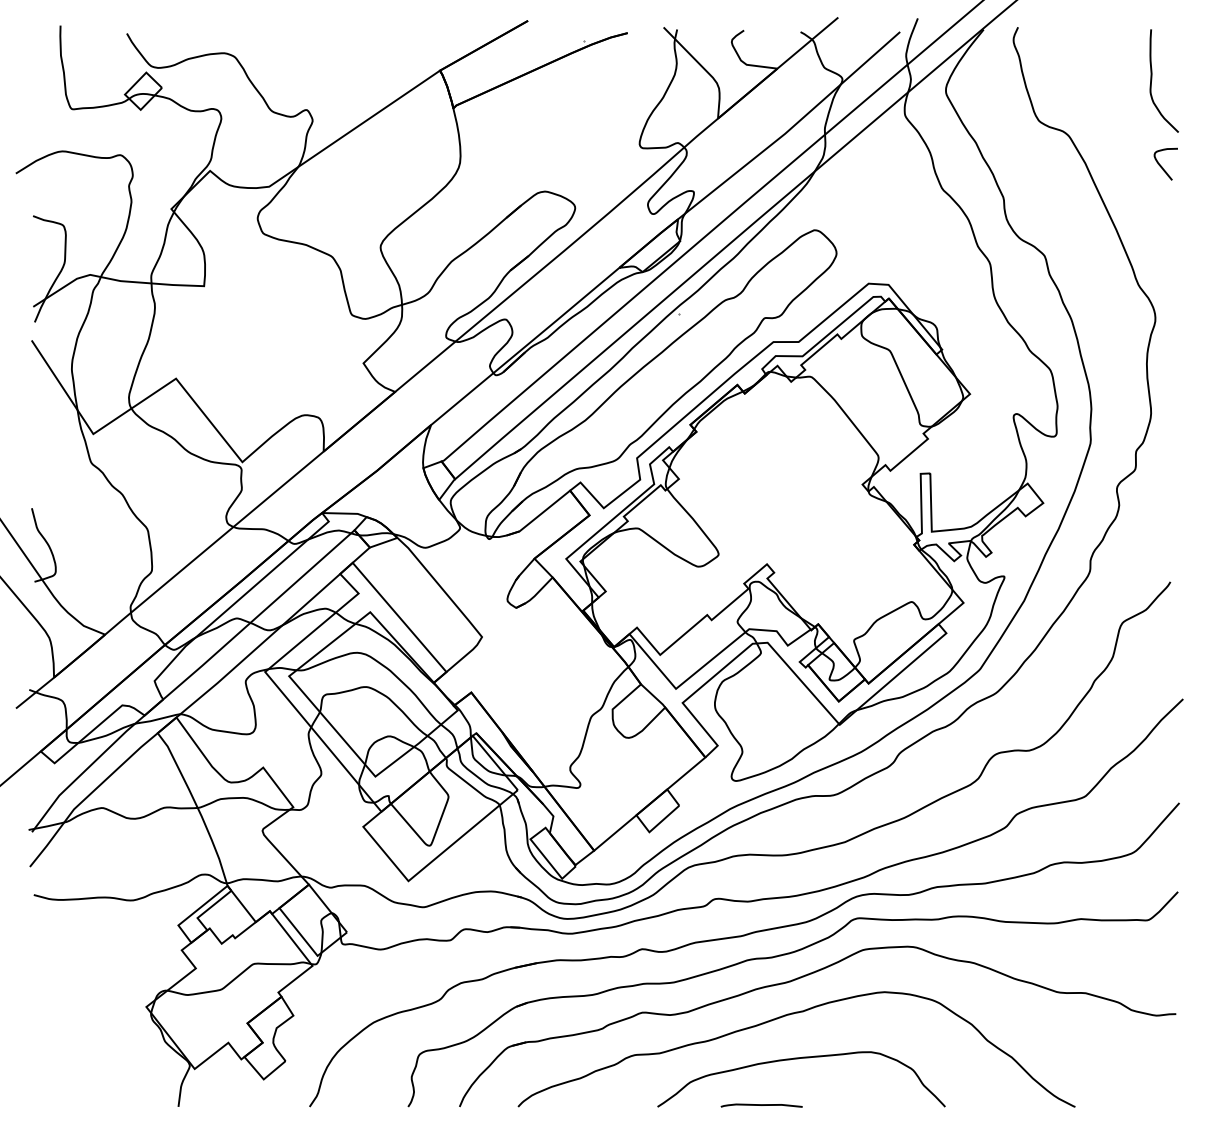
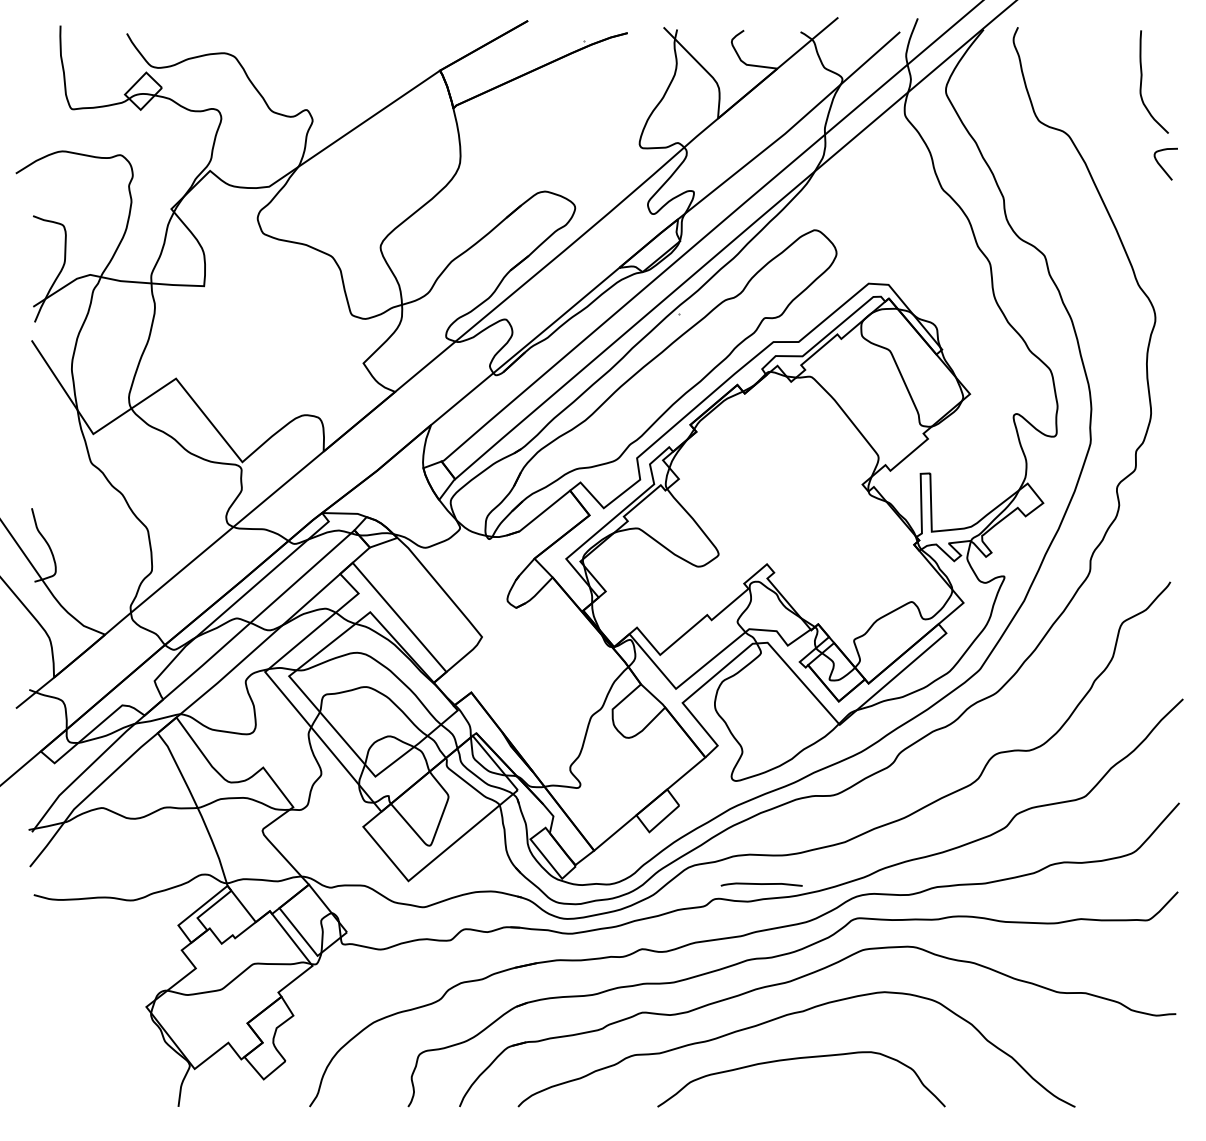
curve at (1152, 80) position: (1152, 80) -> (1142, 81)
curve at (761, 1105) position: (761, 1105) -> (761, 884)
